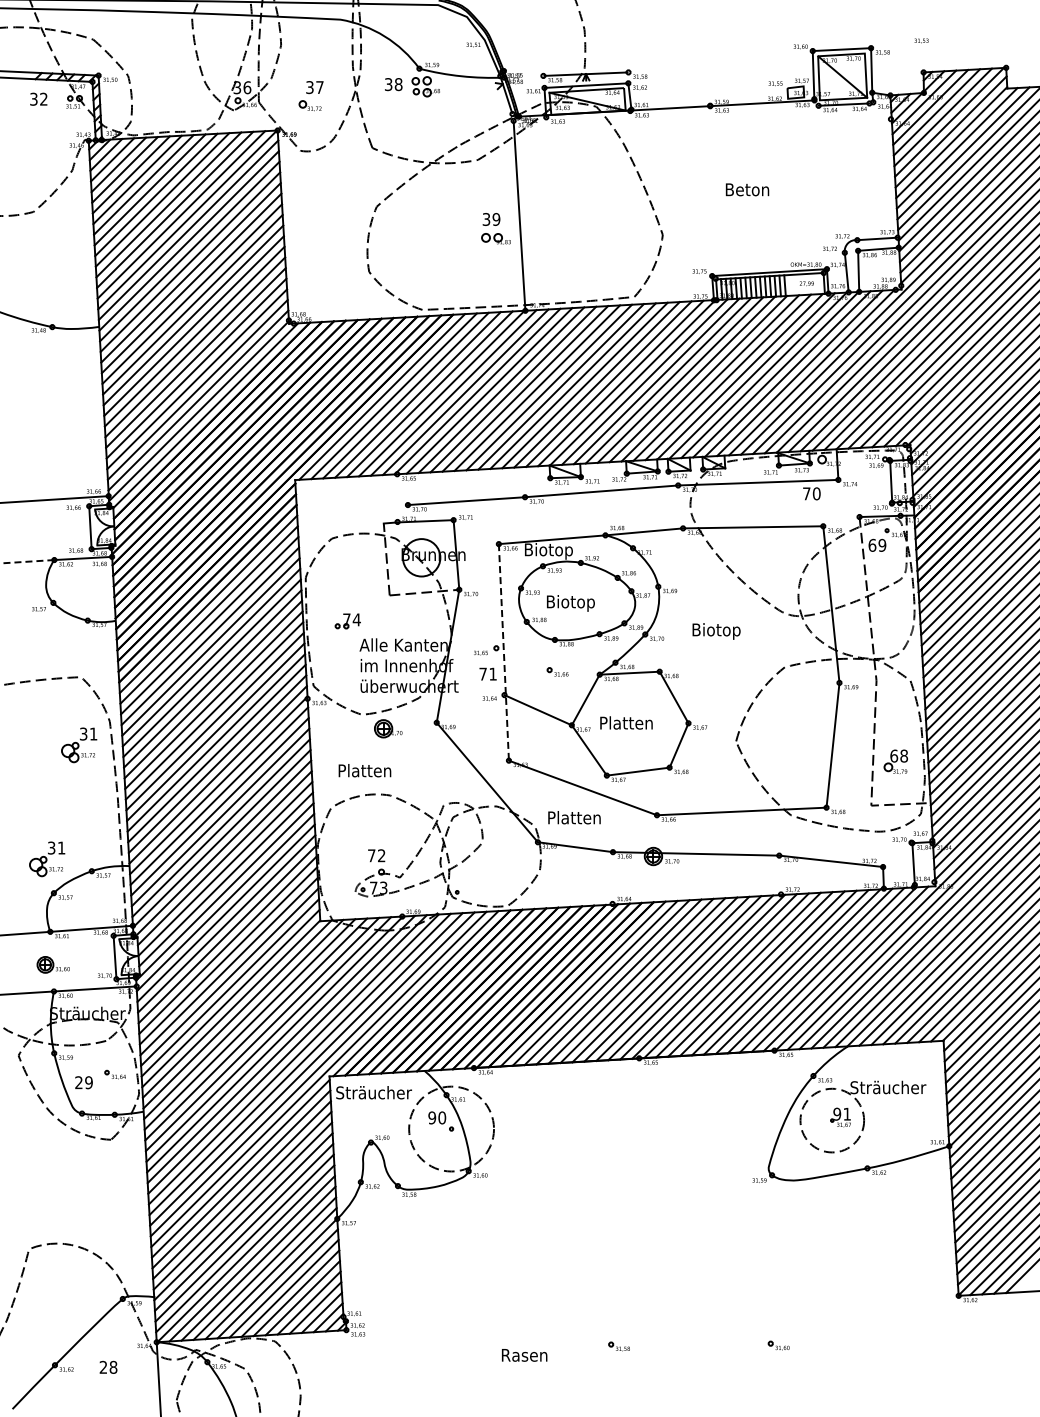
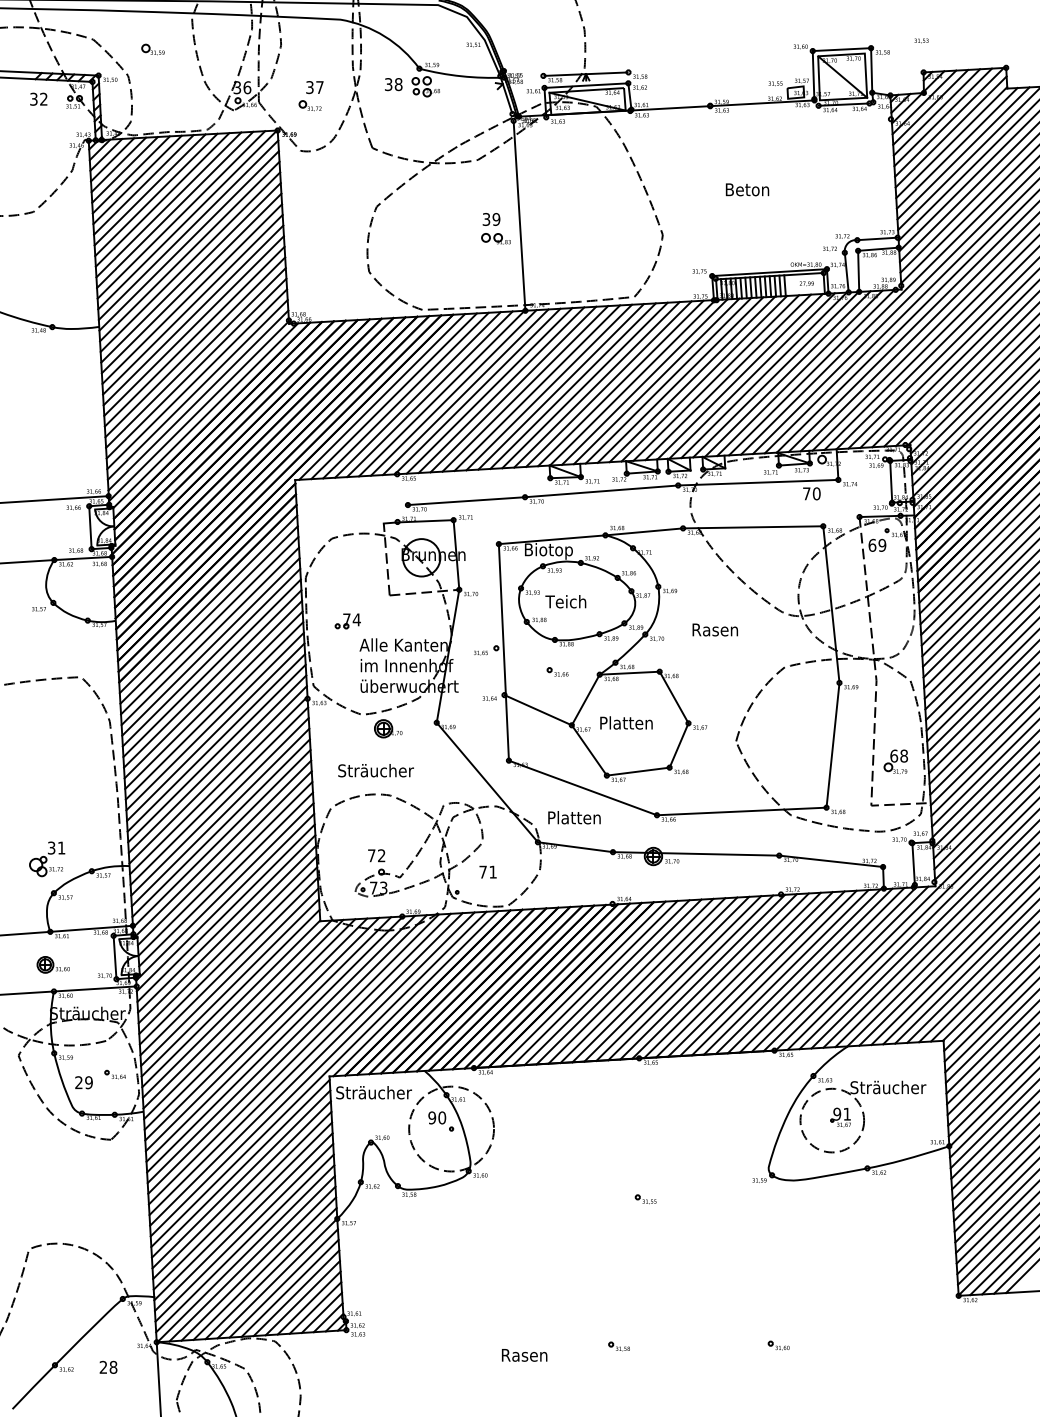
part at (152, 49): none -> present
line at (27, 561): dashed -> solid
text at (569, 603): Biotop -> Teich
text at (717, 631): Biotop -> Rasen
line at (503, 652): dashed -> solid
text at (487, 673) position: (487, 673) -> (487, 871)
part at (79, 745): present -> none
text at (376, 770): Platten -> Sträucher
part at (645, 1199): none -> present
